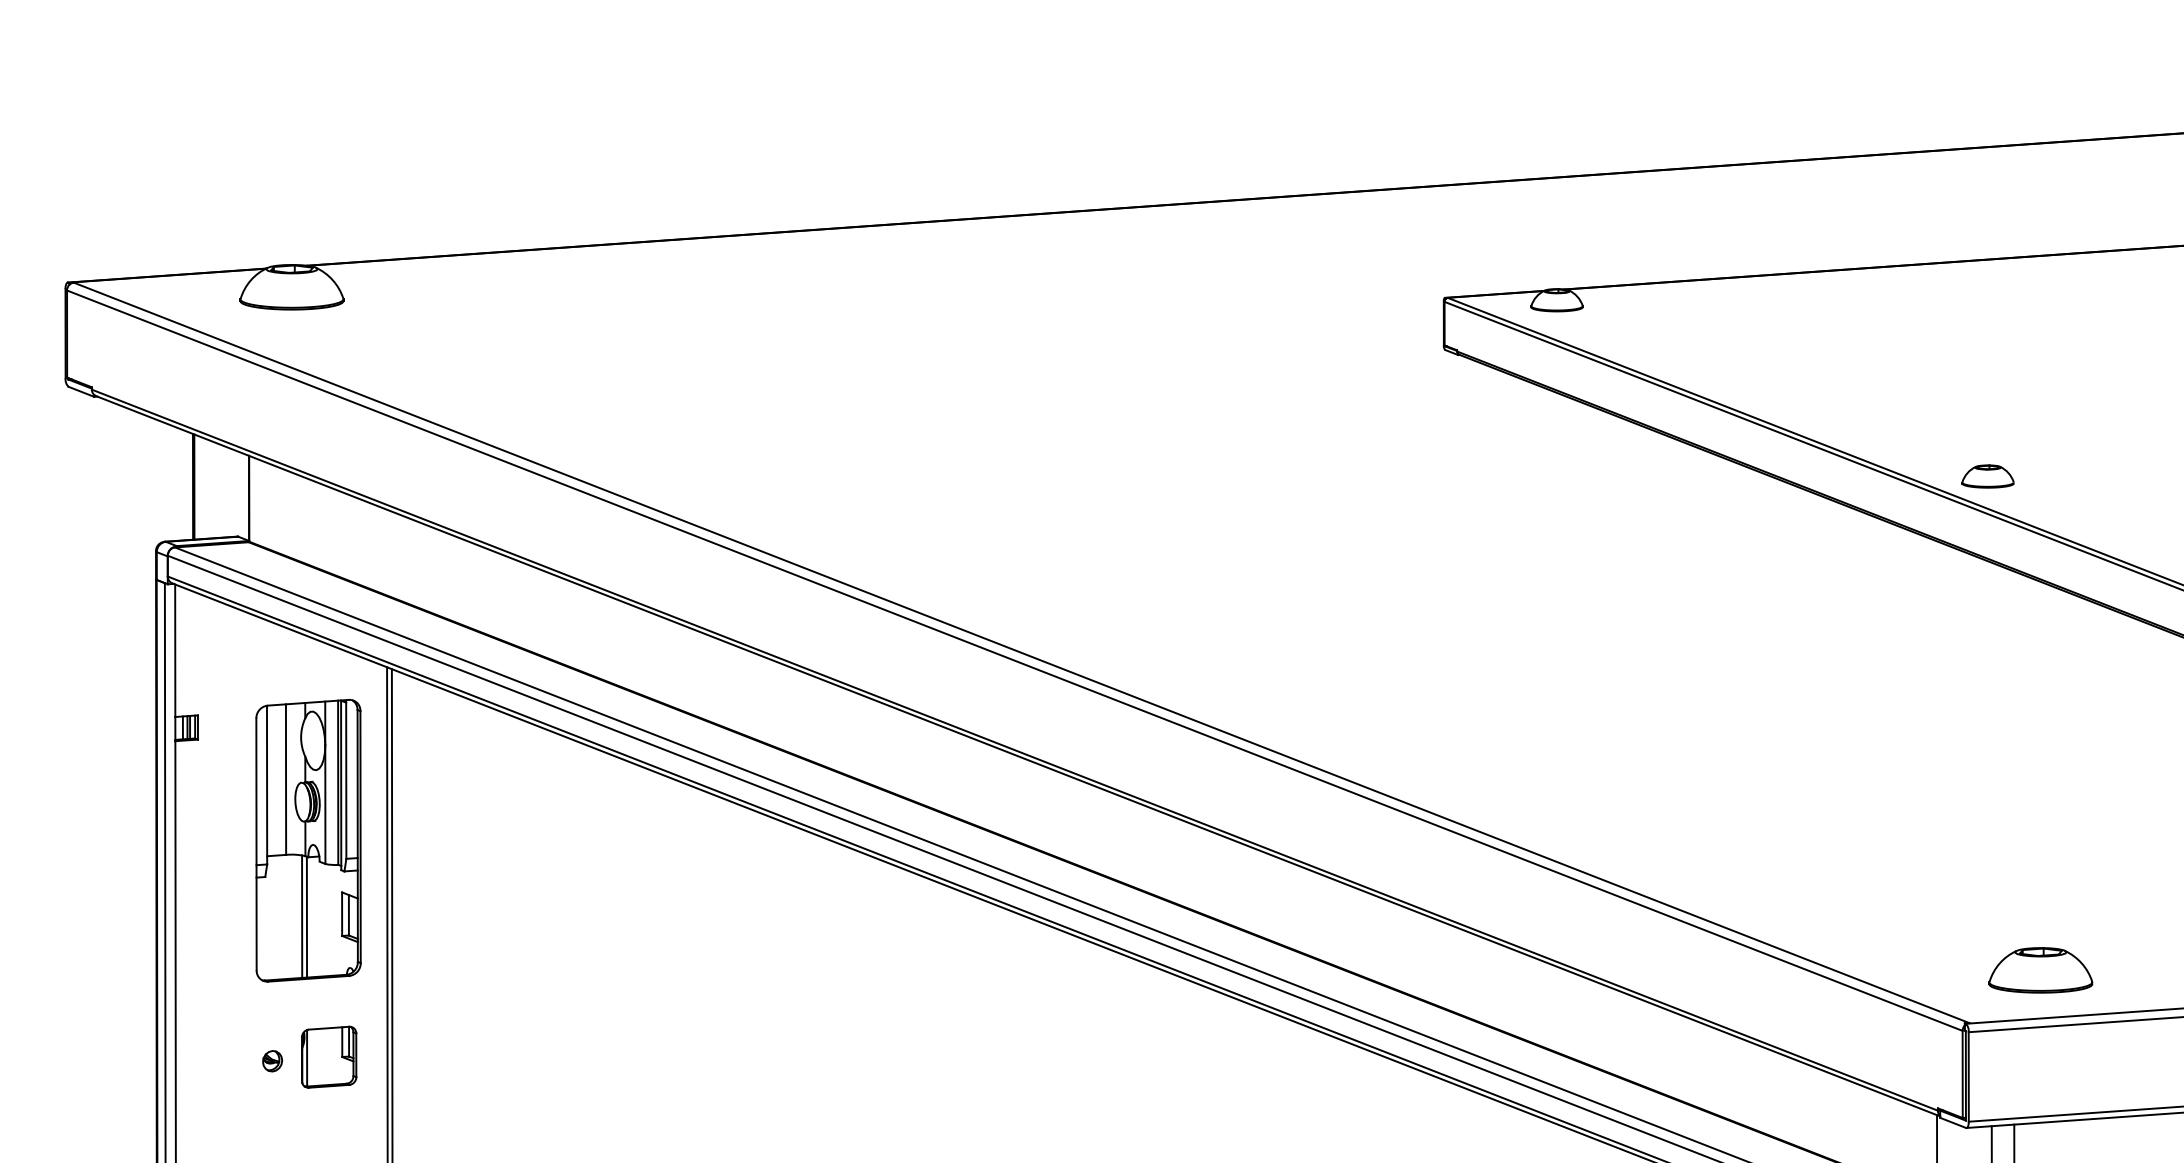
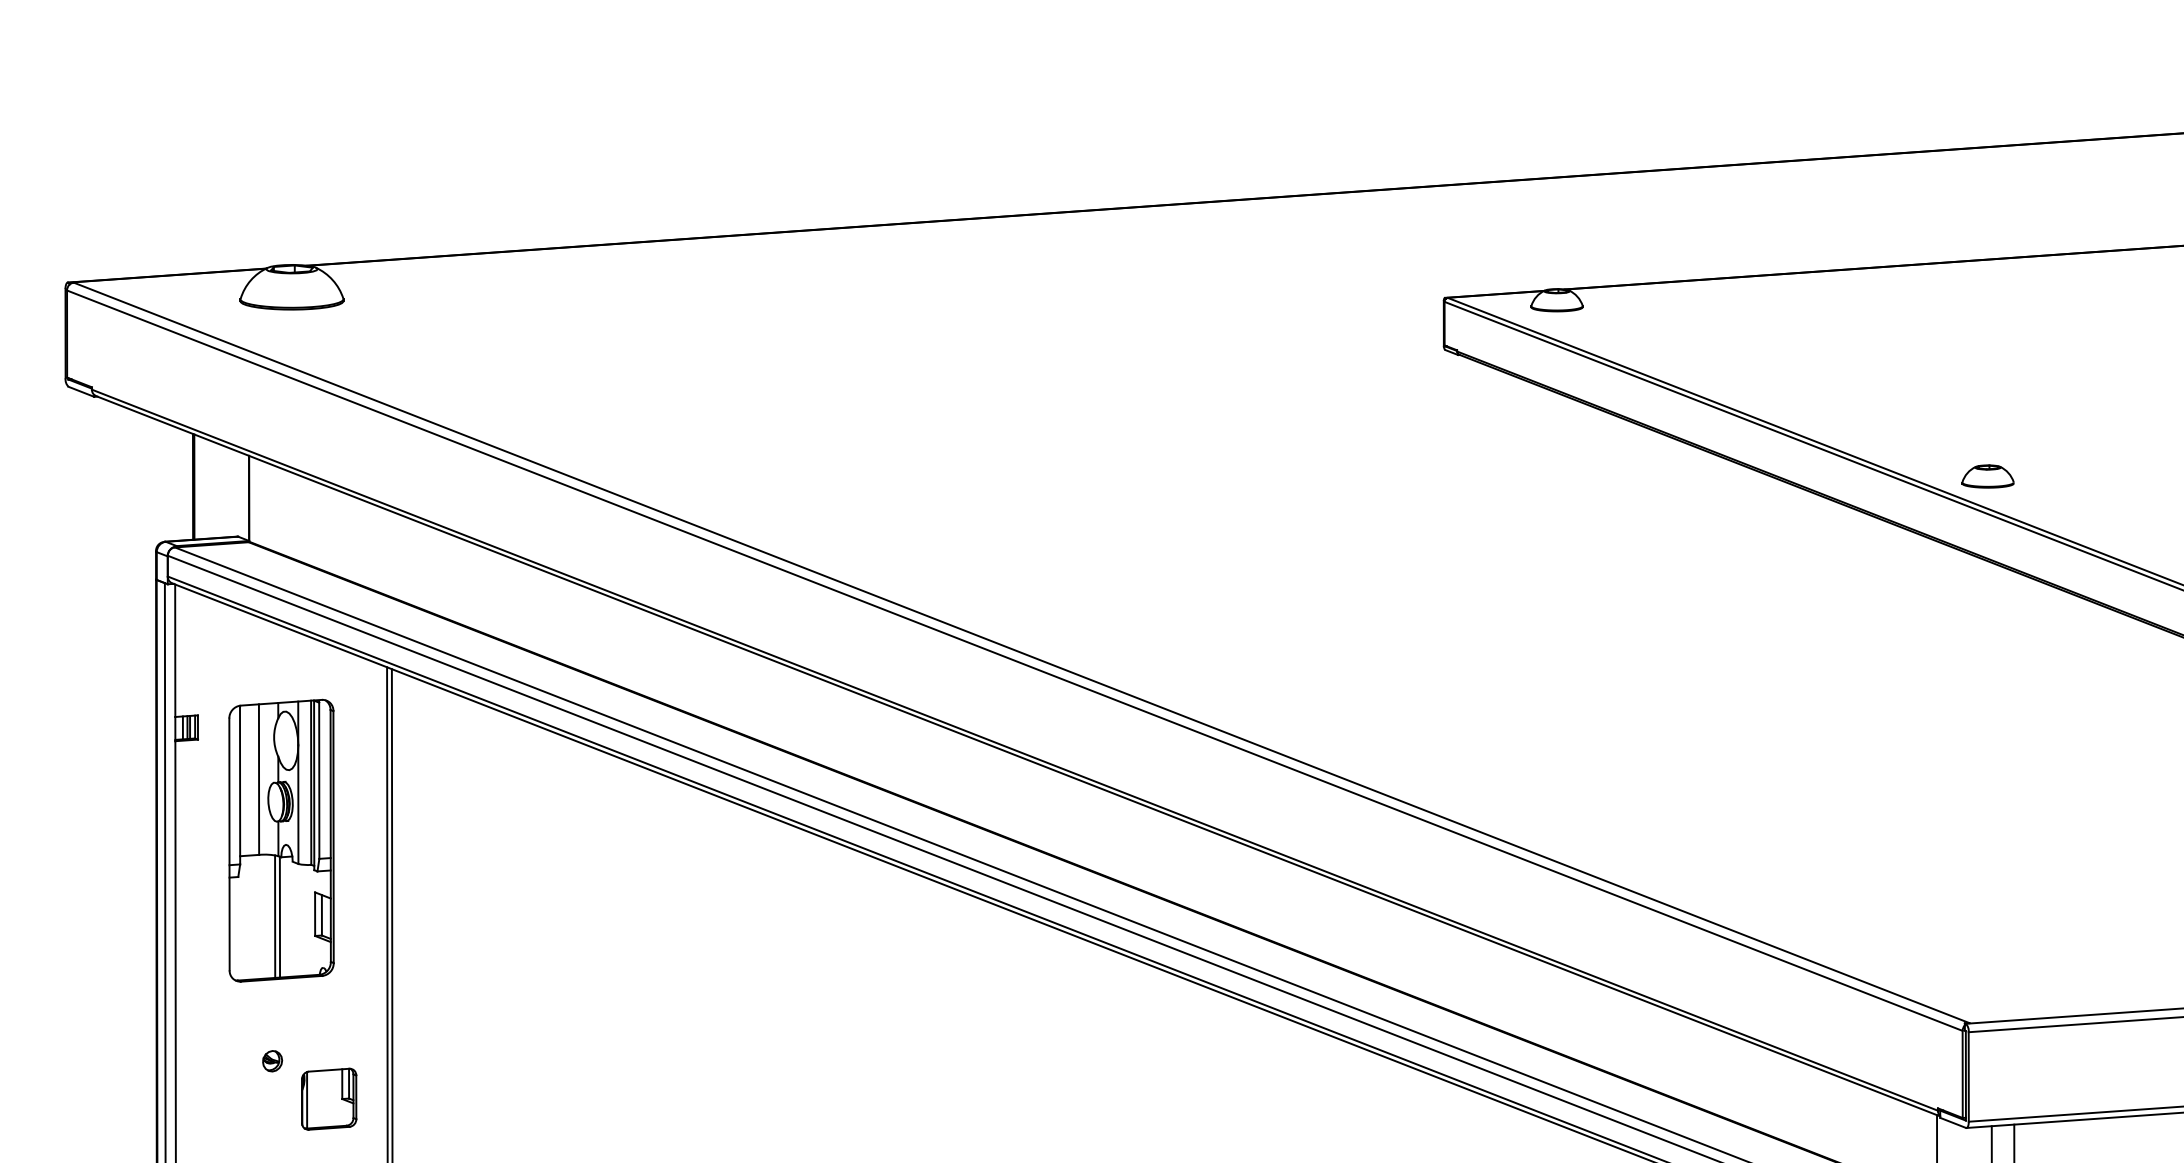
part at (308, 840) position: (308, 840) -> (281, 840)
part at (2040, 970): present -> none
part at (329, 1056) position: (329, 1056) -> (329, 1098)
